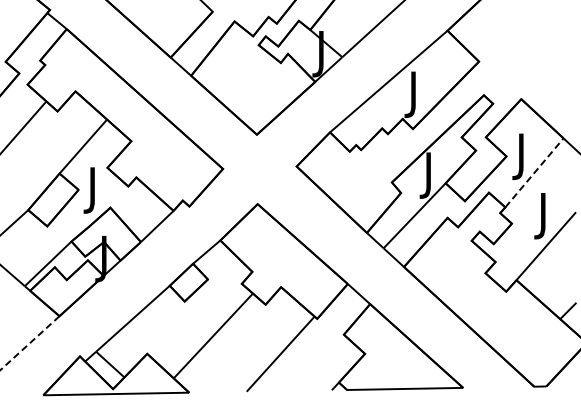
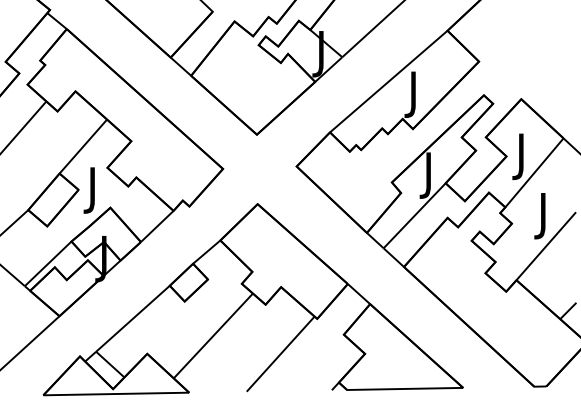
line at (534, 172): dashed -> solid
line at (29, 343): dashed -> solid
